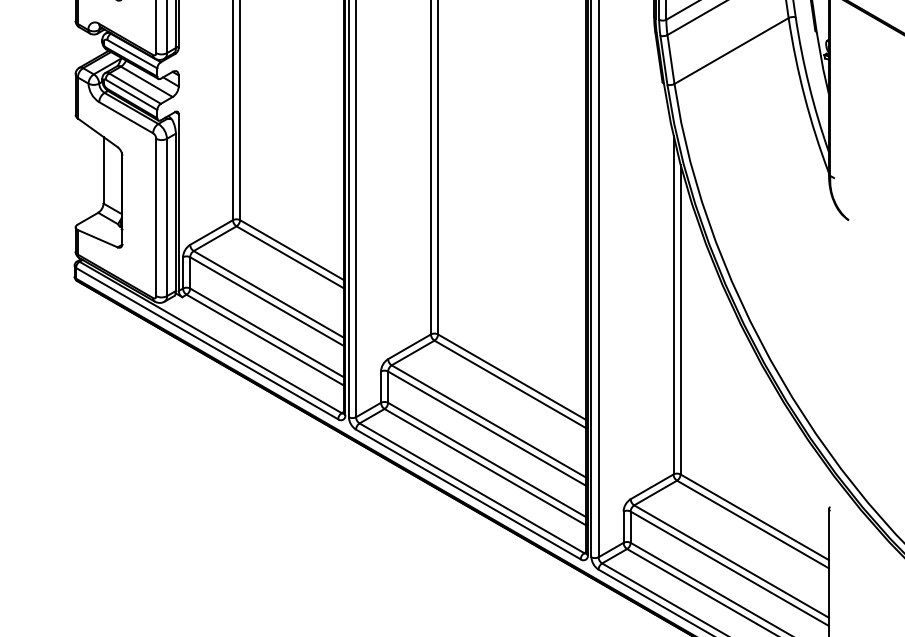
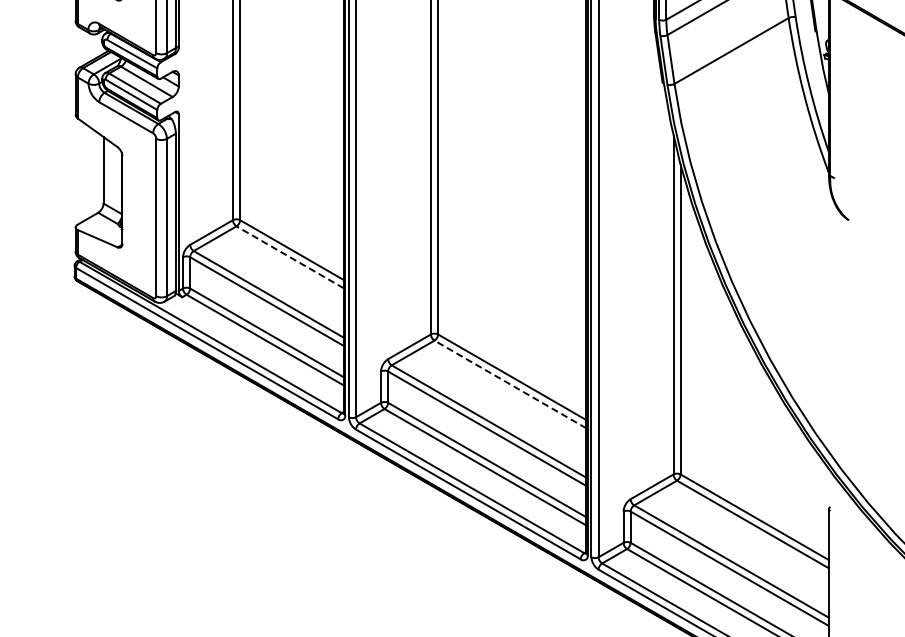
line at (290, 257): solid -> dashed
line at (510, 384): solid -> dashed
